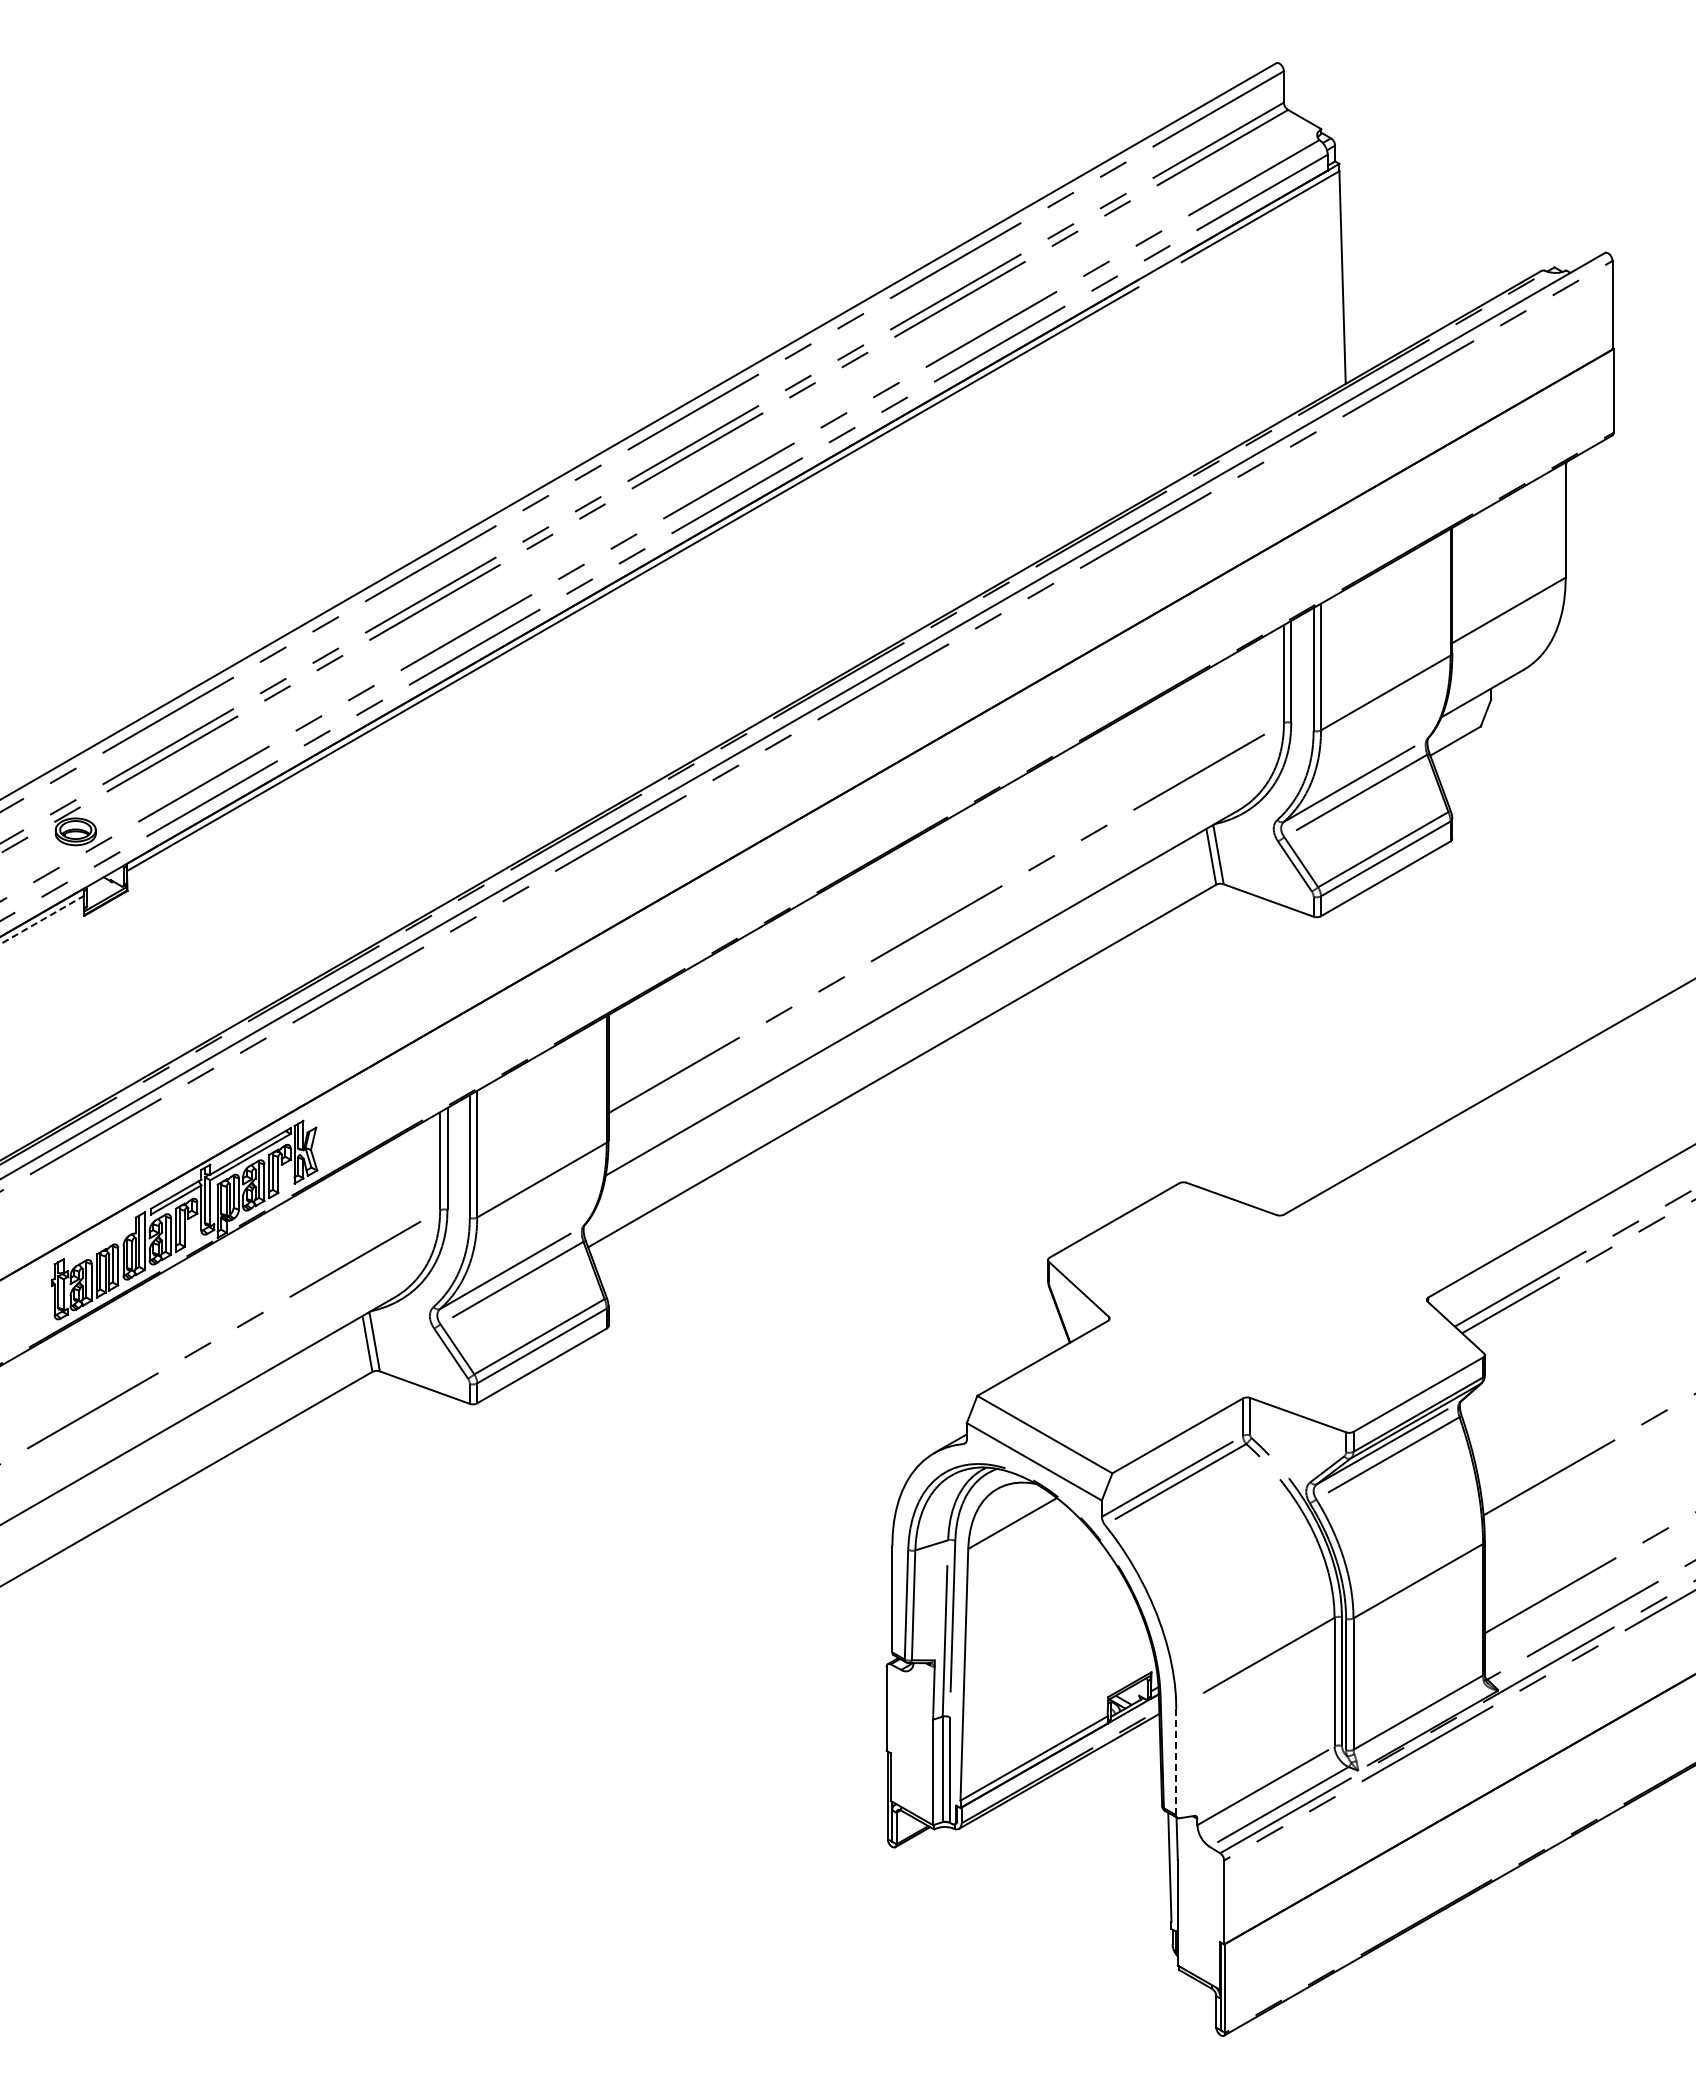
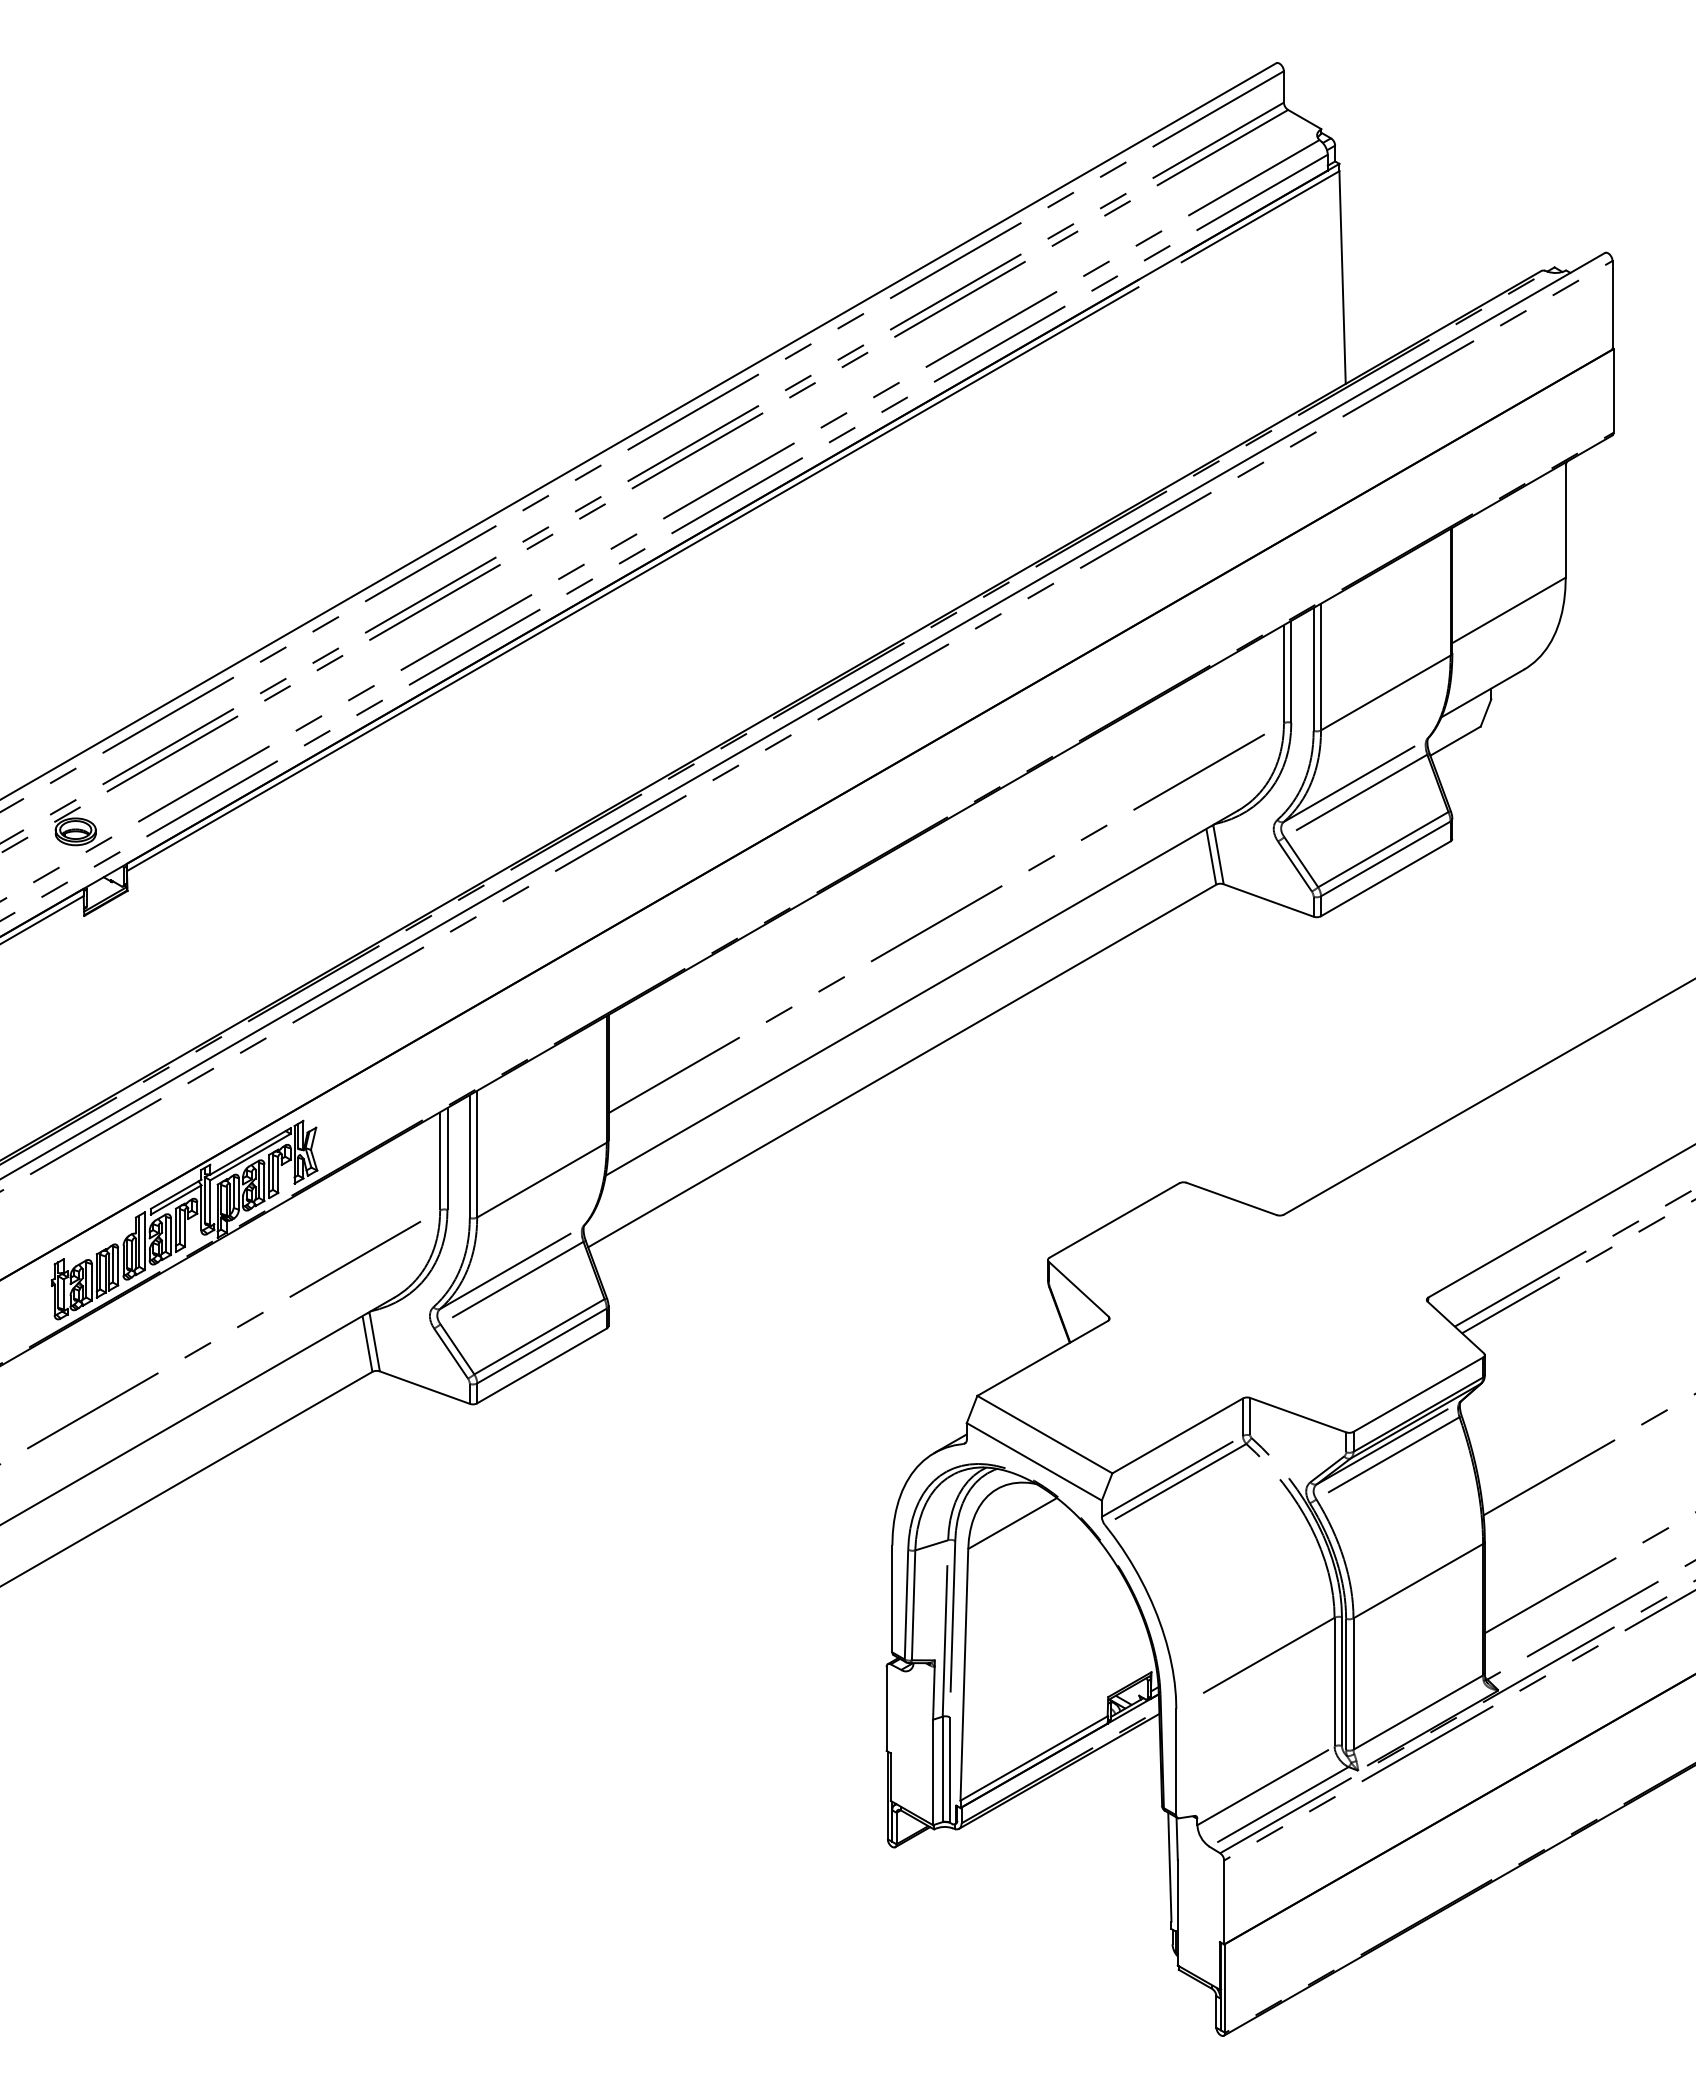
line at (42, 920): dashed -> solid
line at (1176, 1761): dashed -> solid
